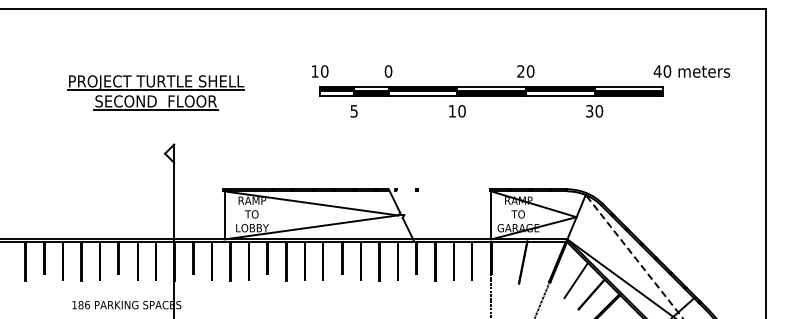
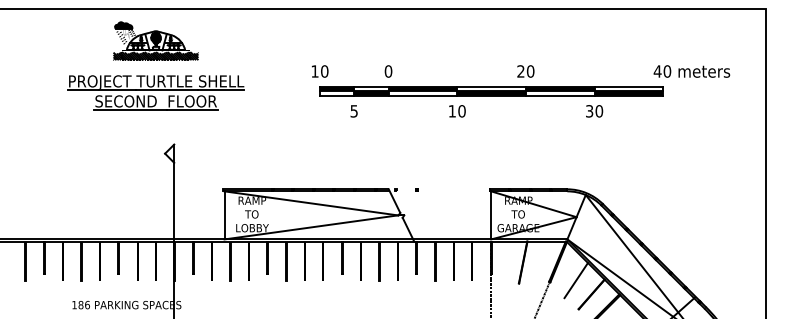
part at (155, 40): none -> present
line at (634, 256): dashed -> solid
